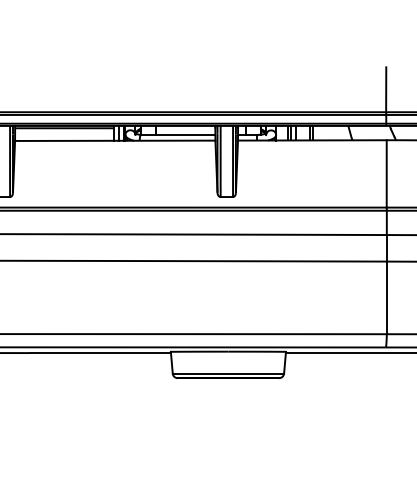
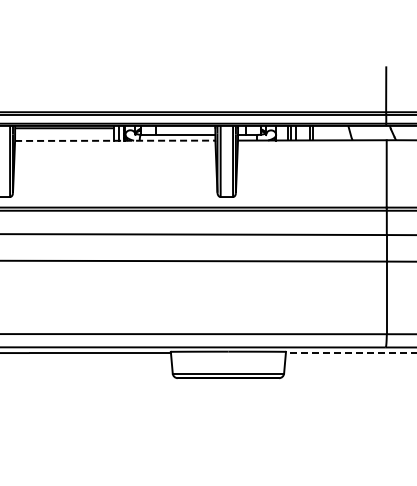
line at (115, 140): solid -> dashed
line at (350, 353): solid -> dashed
